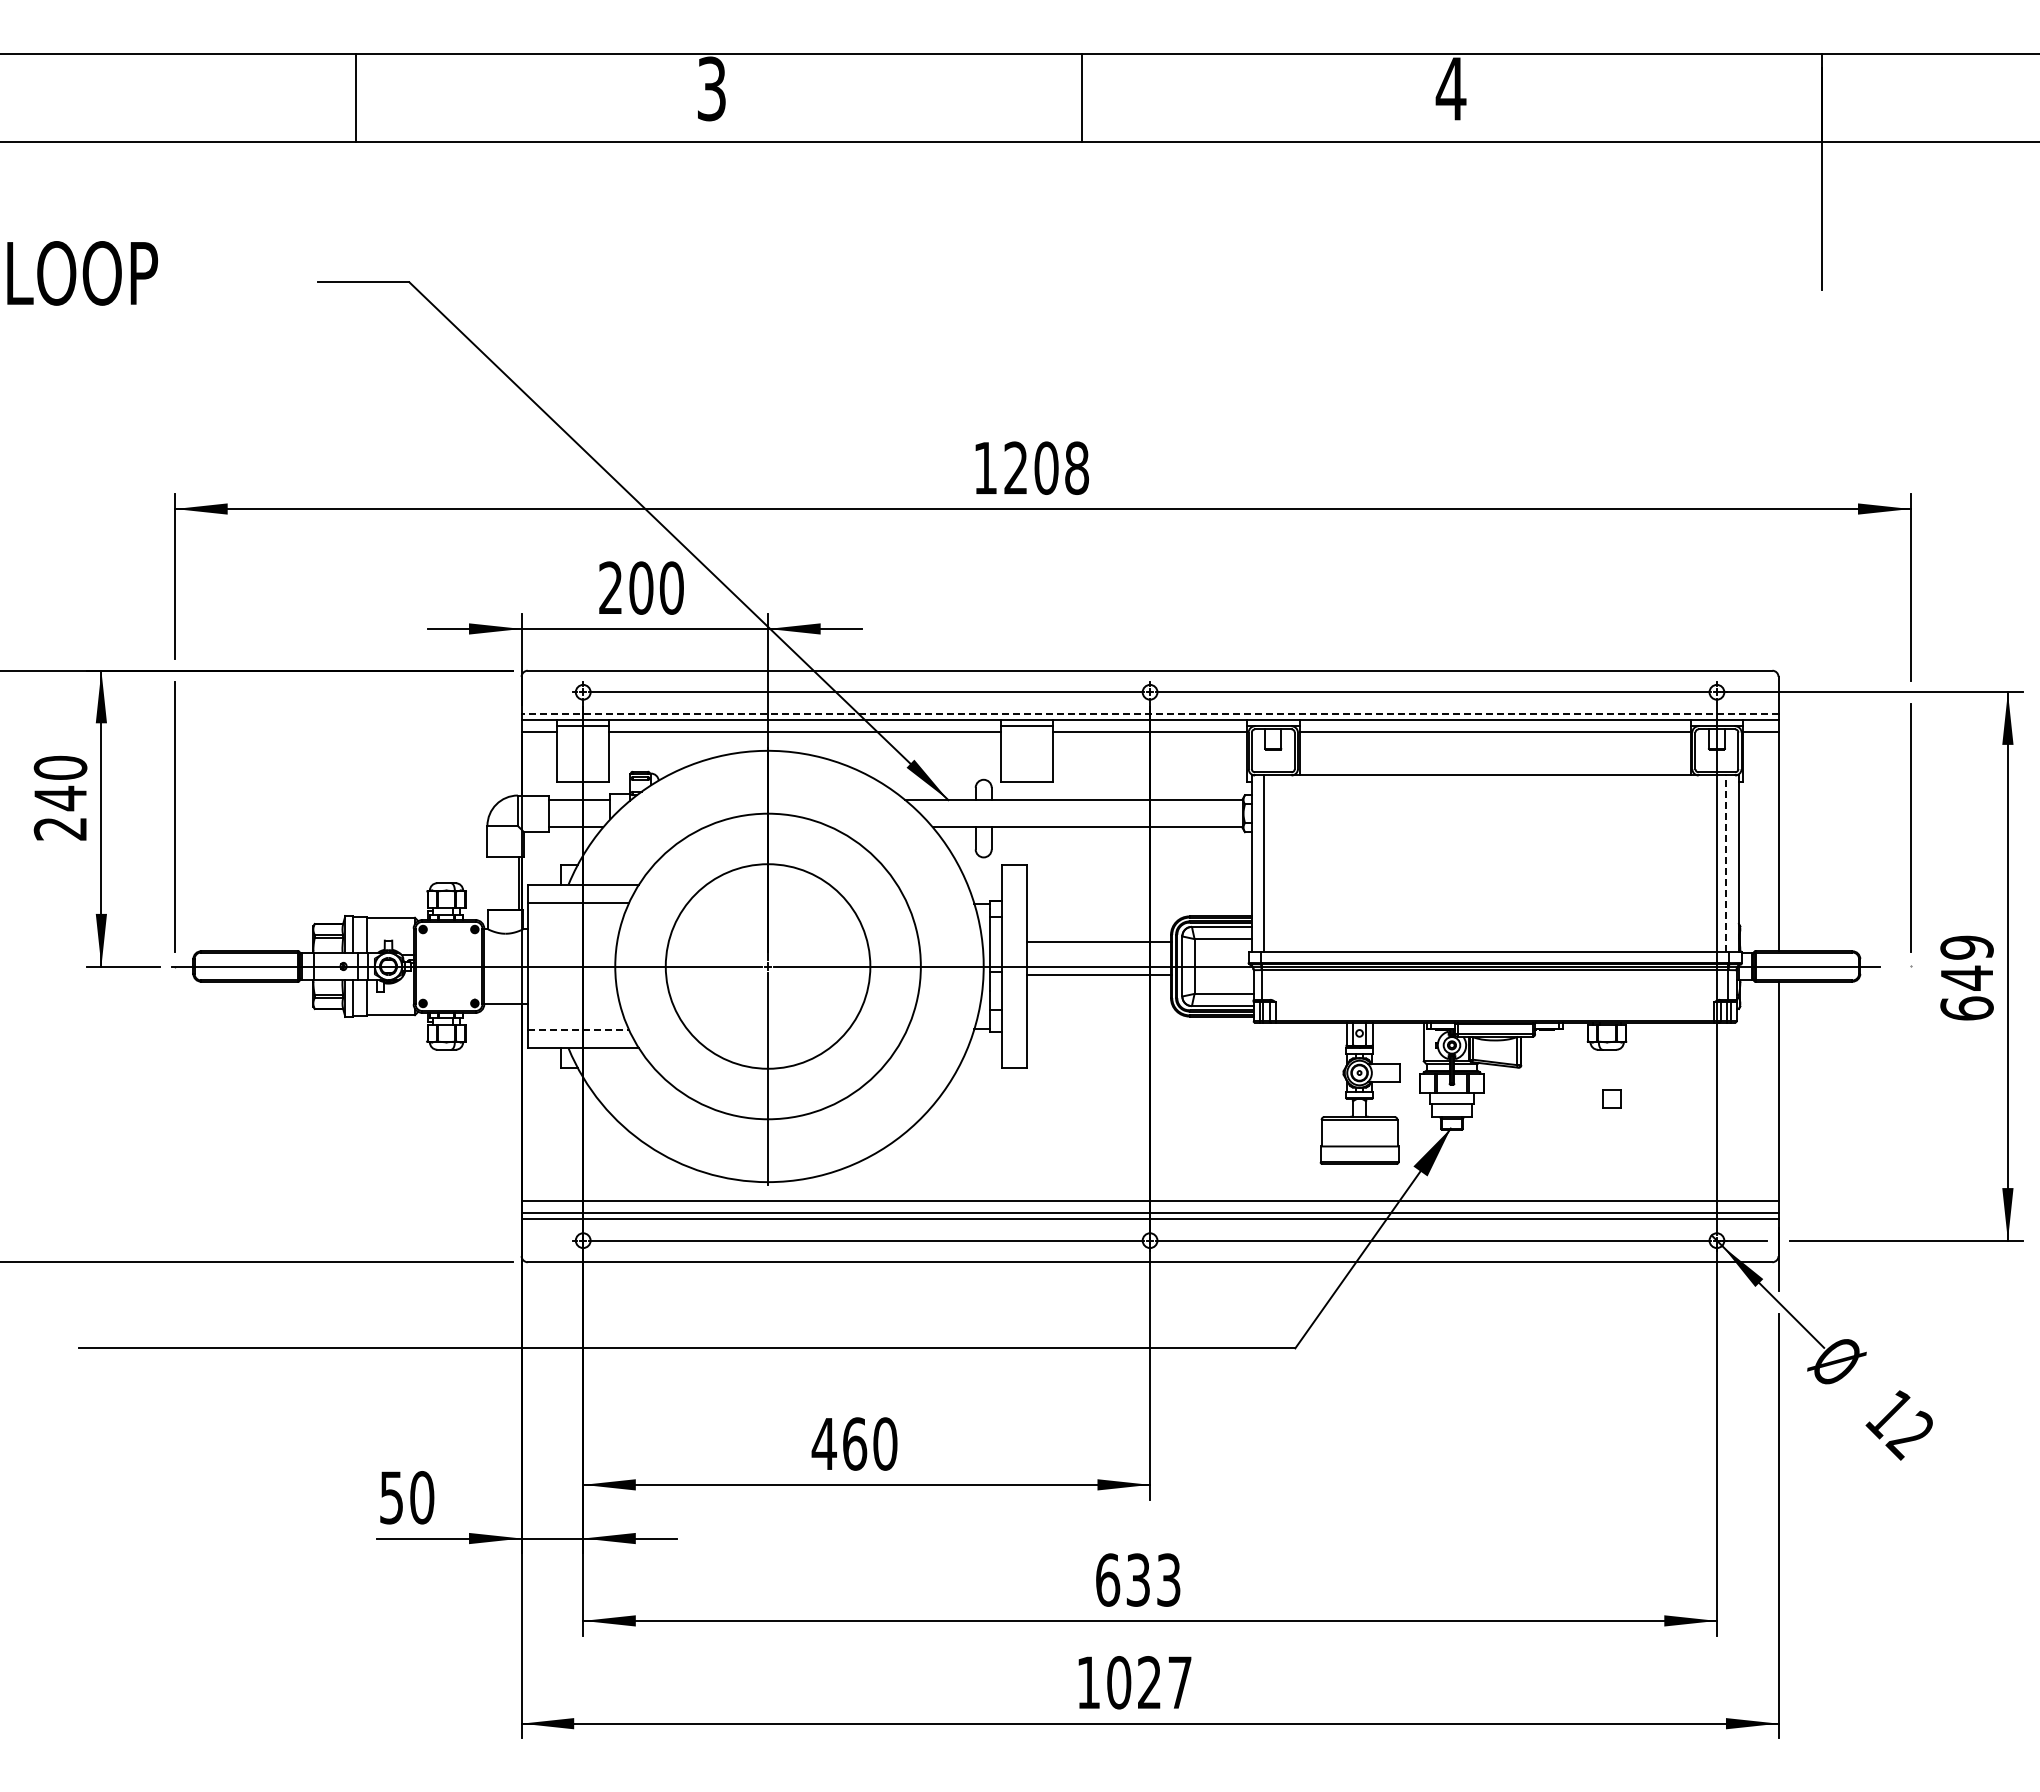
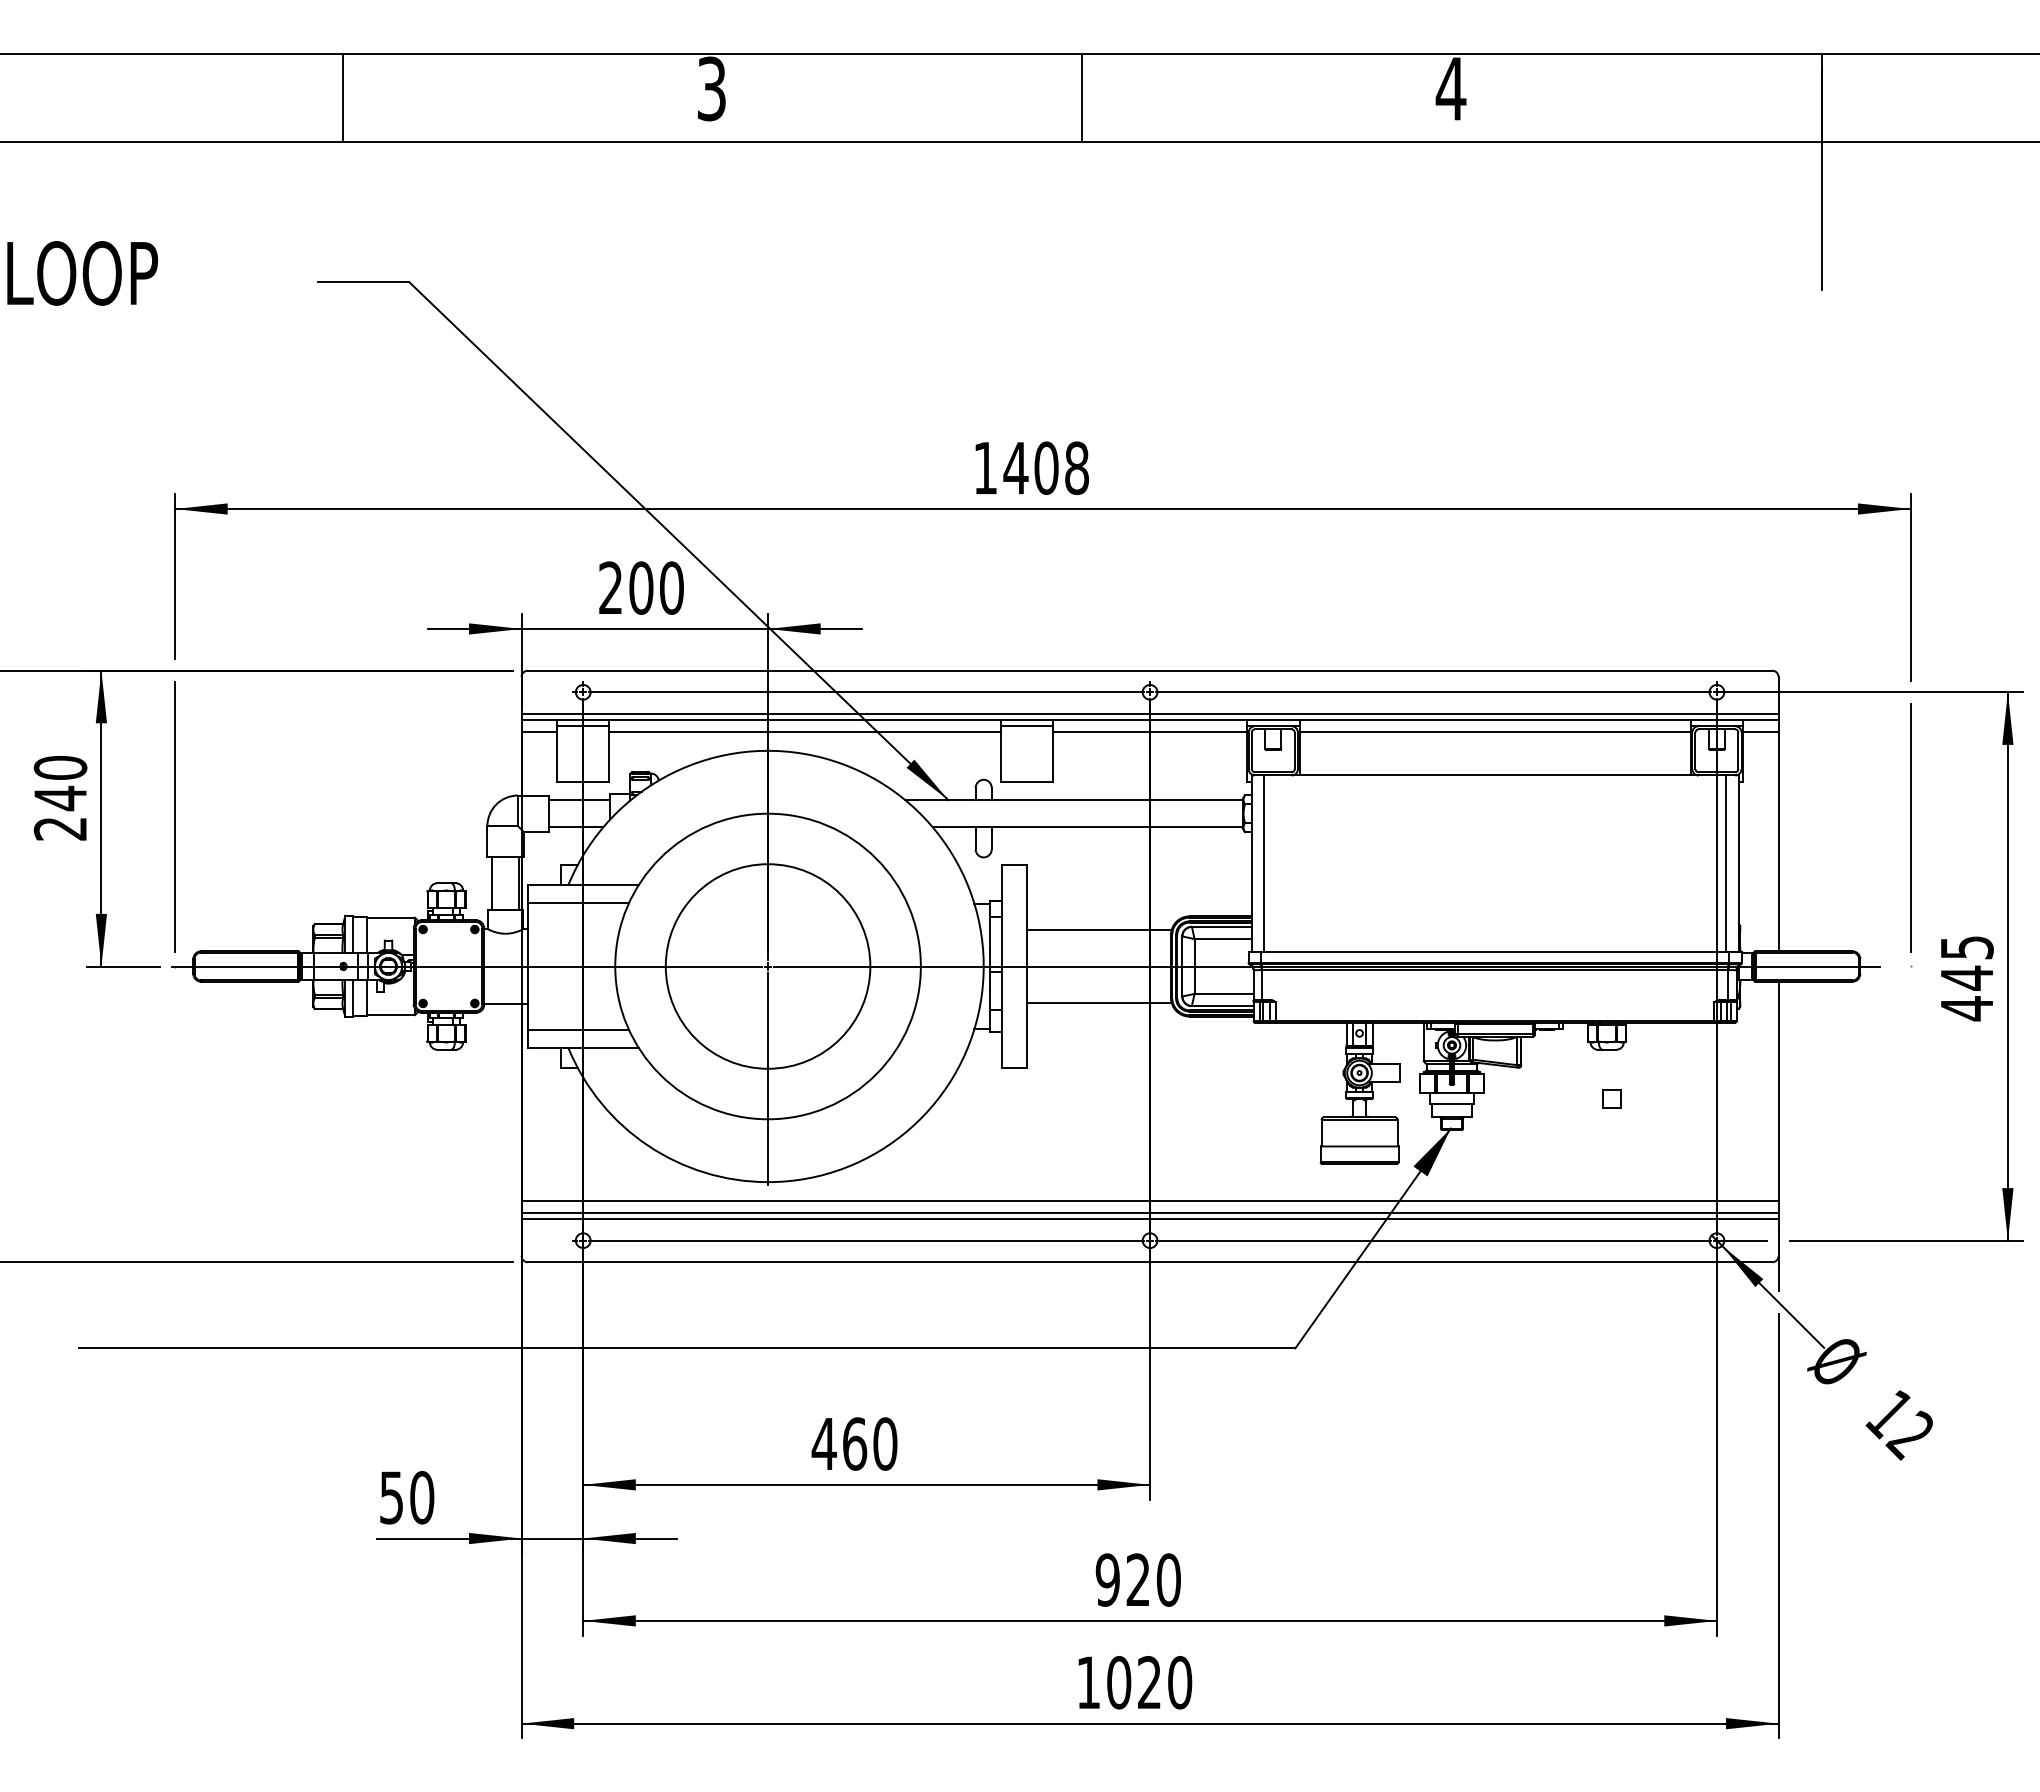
line at (355, 97) position: (355, 97) -> (342, 97)
text at (1015, 467): 1208 -> 1408
line at (1149, 713): dashed -> solid
line at (1726, 863): dashed -> solid
line at (492, 882): none -> present
line at (1098, 941) position: (1098, 941) -> (1098, 929)
line at (1098, 975) position: (1098, 975) -> (1098, 1003)
text at (1966, 978): 649 -> 445
line at (578, 1029): dashed -> solid
text at (1137, 1579): 633 -> 920
text at (1180, 1682): 1027 -> 1020
